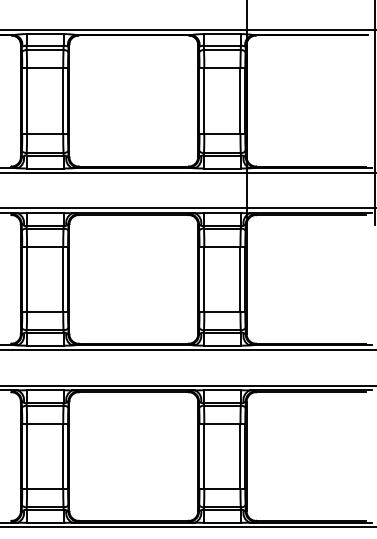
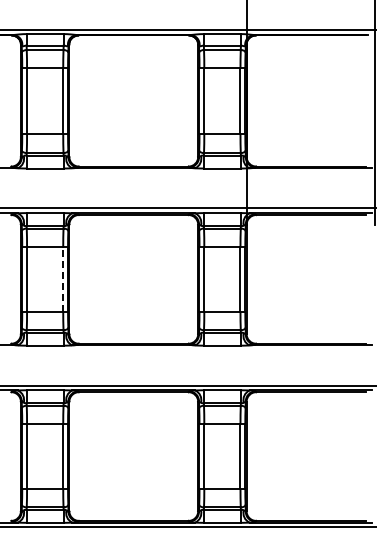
line at (187, 173): present -> none
line at (63, 278): solid -> dashed
line at (187, 350): present -> none
